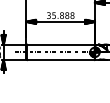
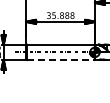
line at (61, 60): solid -> dashed
